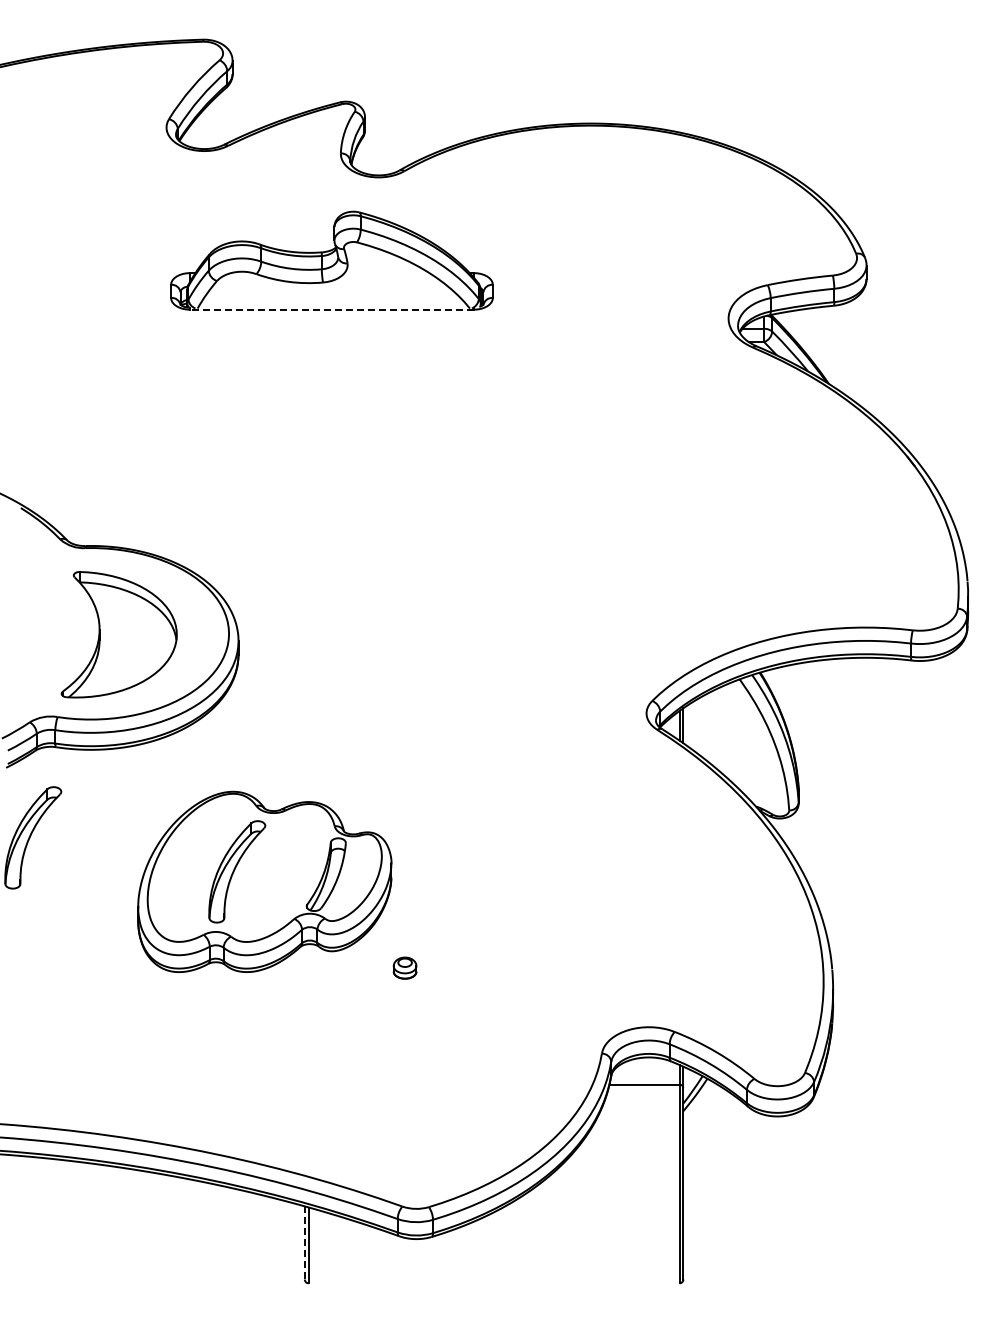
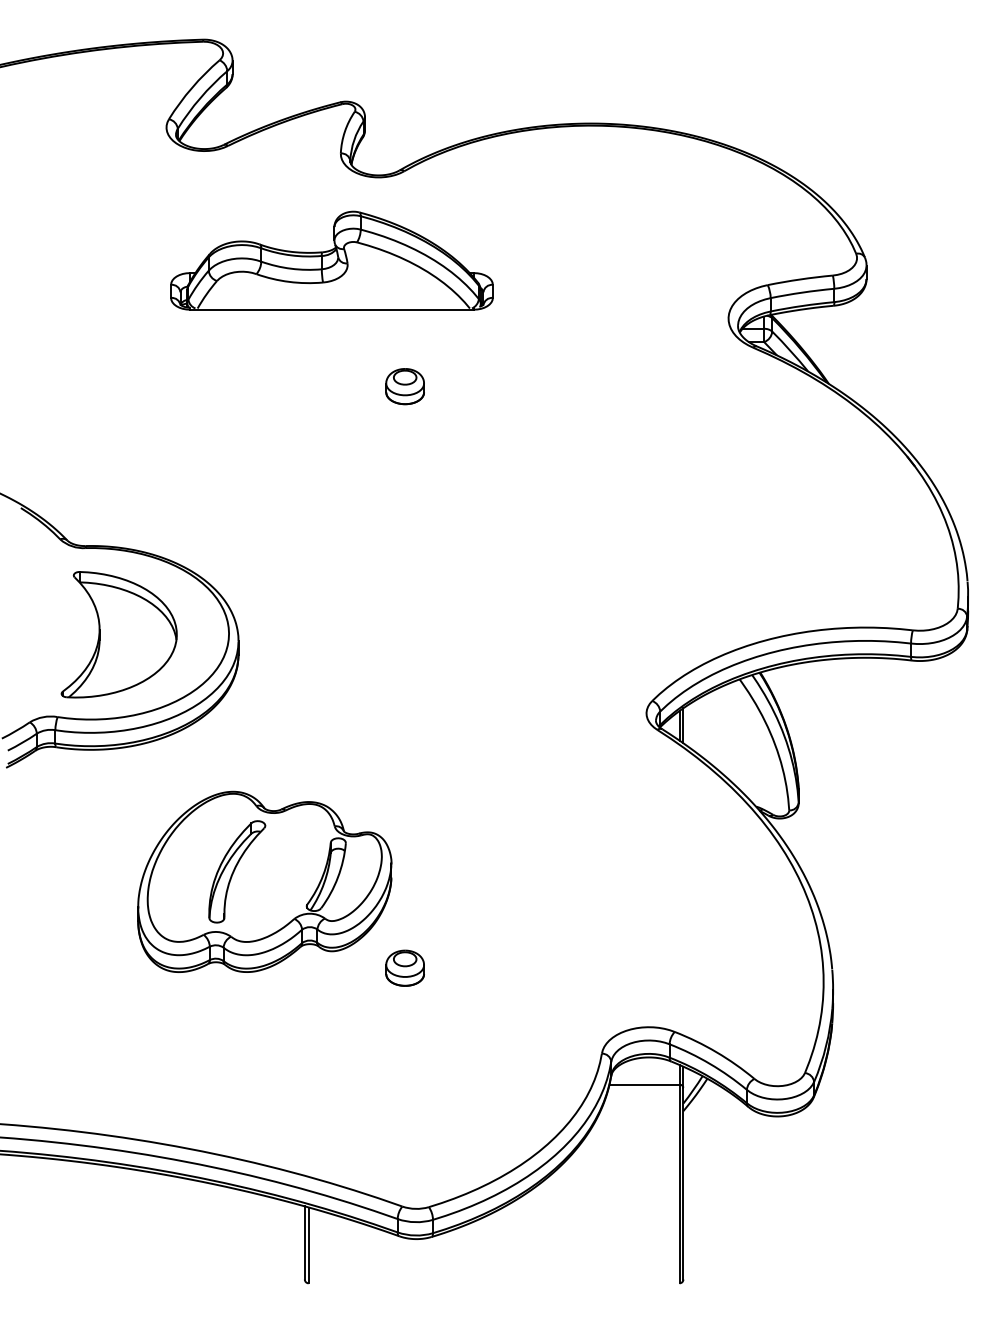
line at (331, 309): dashed -> solid
part at (404, 386): none -> present
part at (33, 837): present -> none
part at (404, 967) size: 26x24 px -> 40x38 px
line at (304, 1242): dashed -> solid
